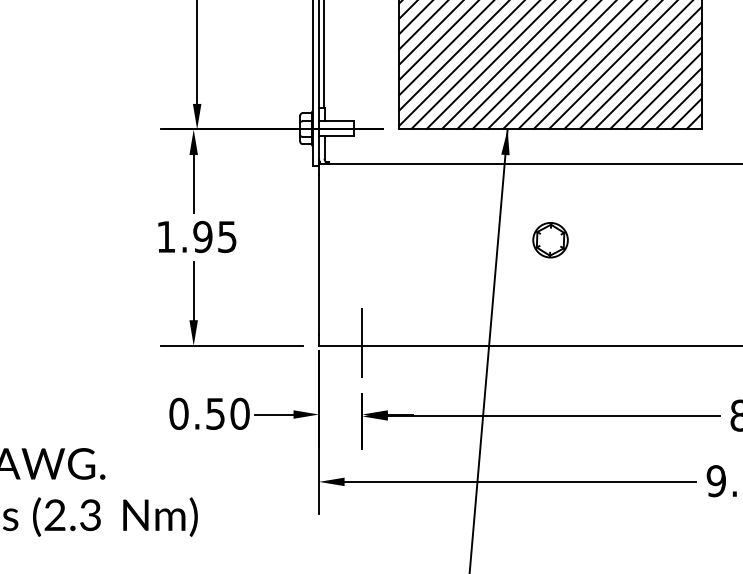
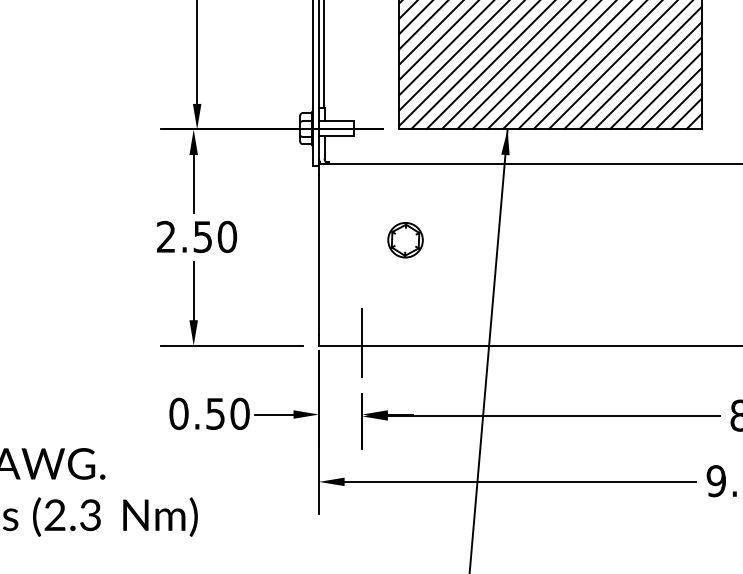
text at (197, 236): 1.95 -> 2.50
part at (550, 240) position: (550, 240) -> (405, 240)
